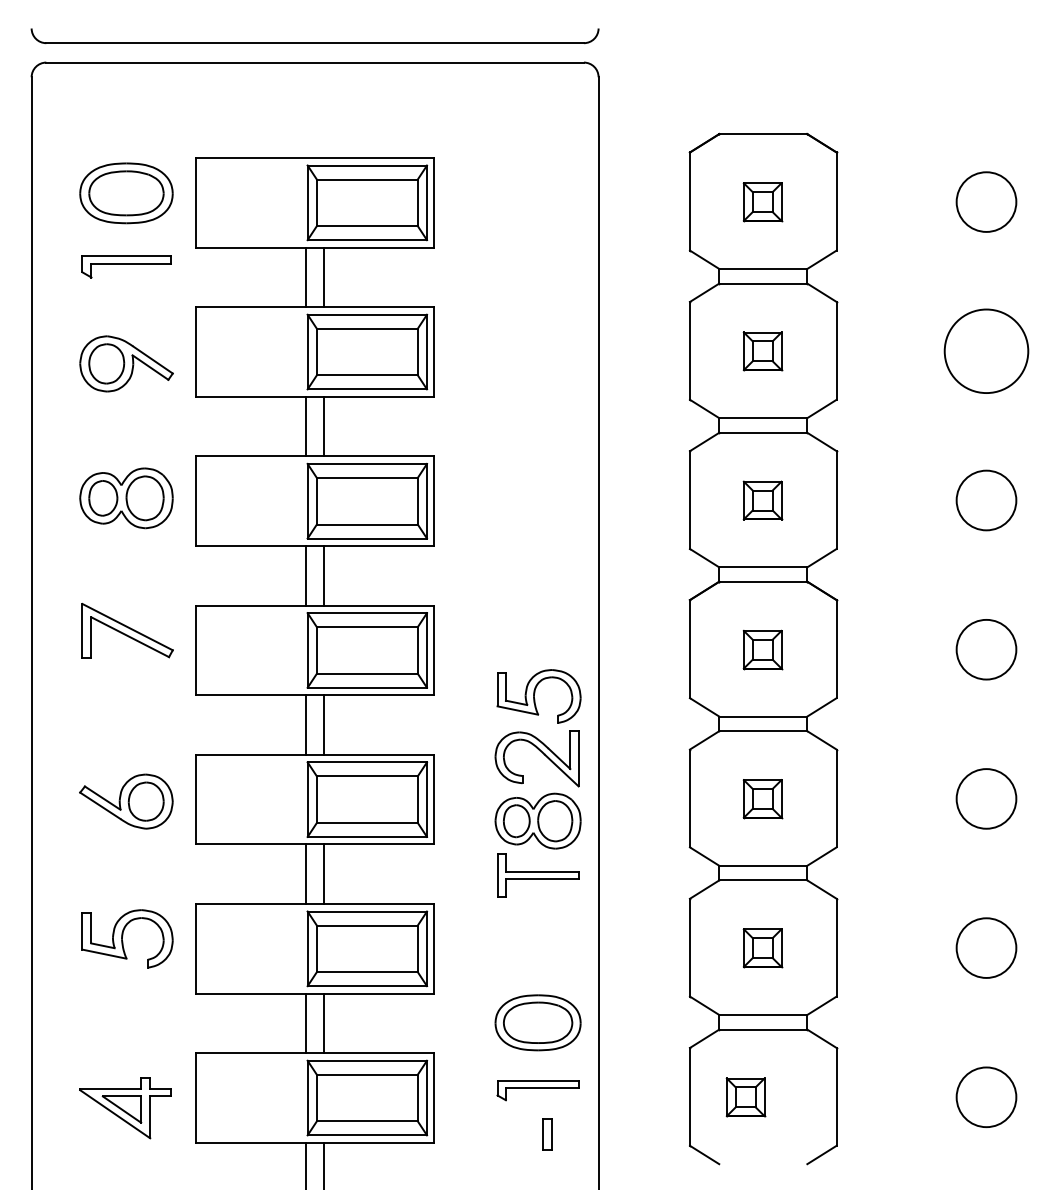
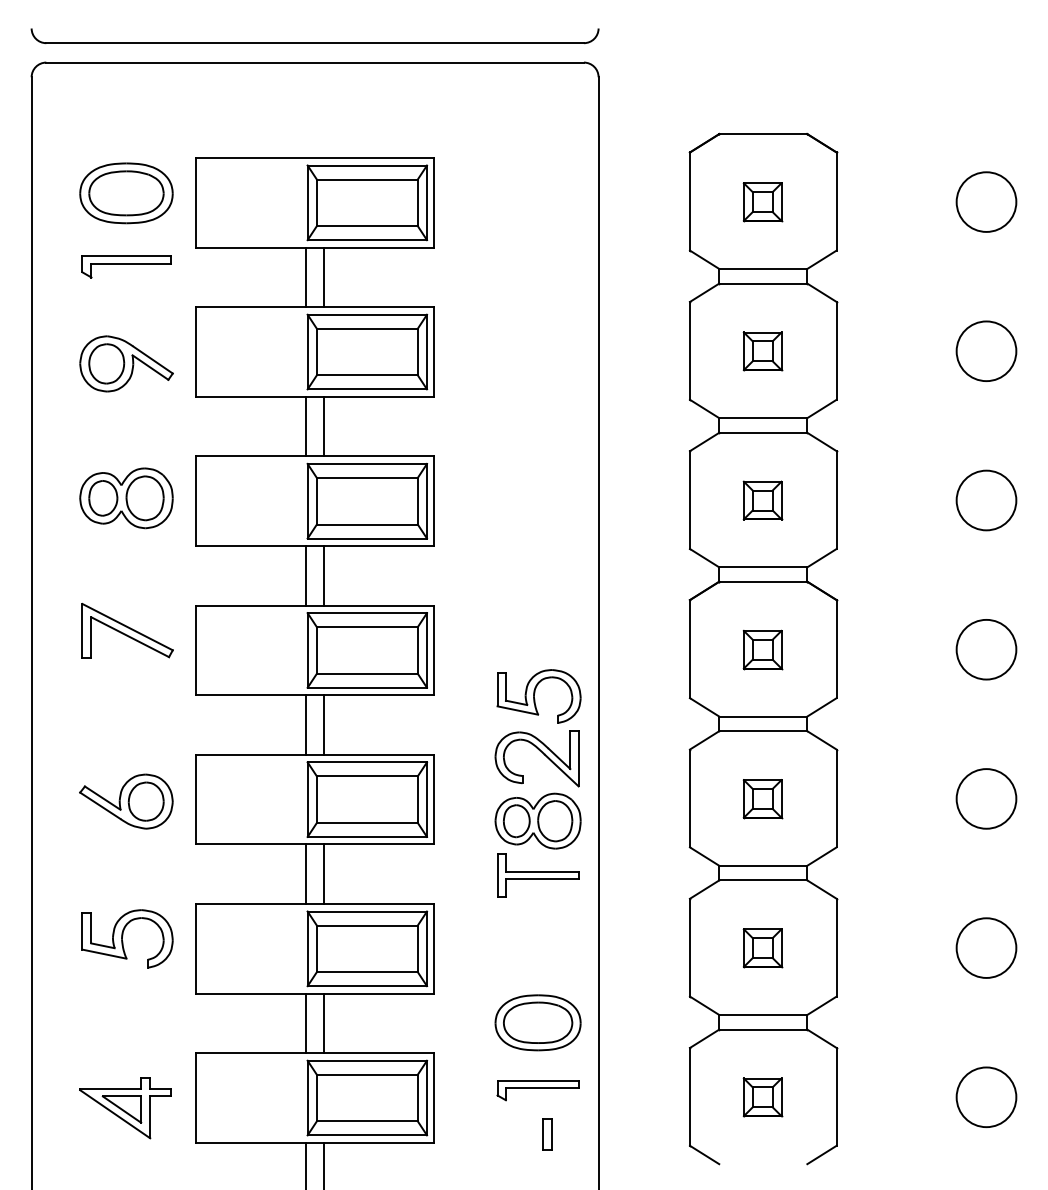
circle at (986, 351) diameter: 84 px -> 60 px
part at (745, 1097) position: (745, 1097) -> (762, 1097)
